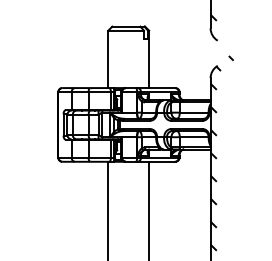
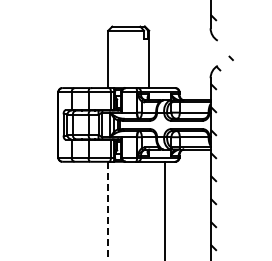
line at (149, 209) position: (149, 209) -> (165, 209)
line at (108, 211): solid -> dashed
